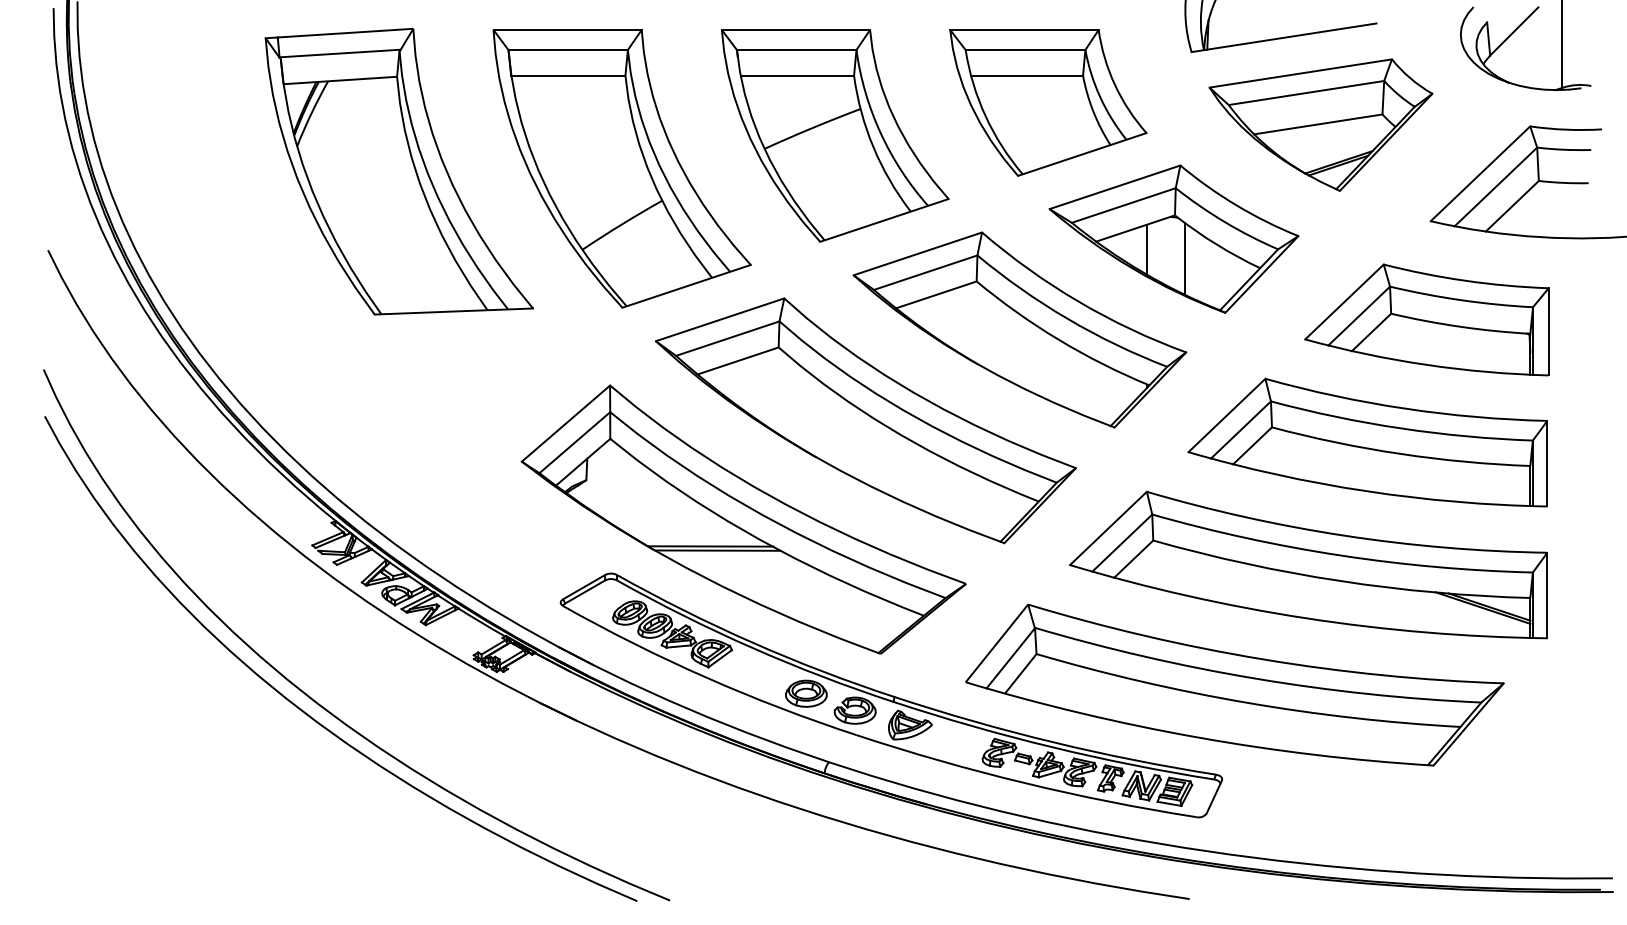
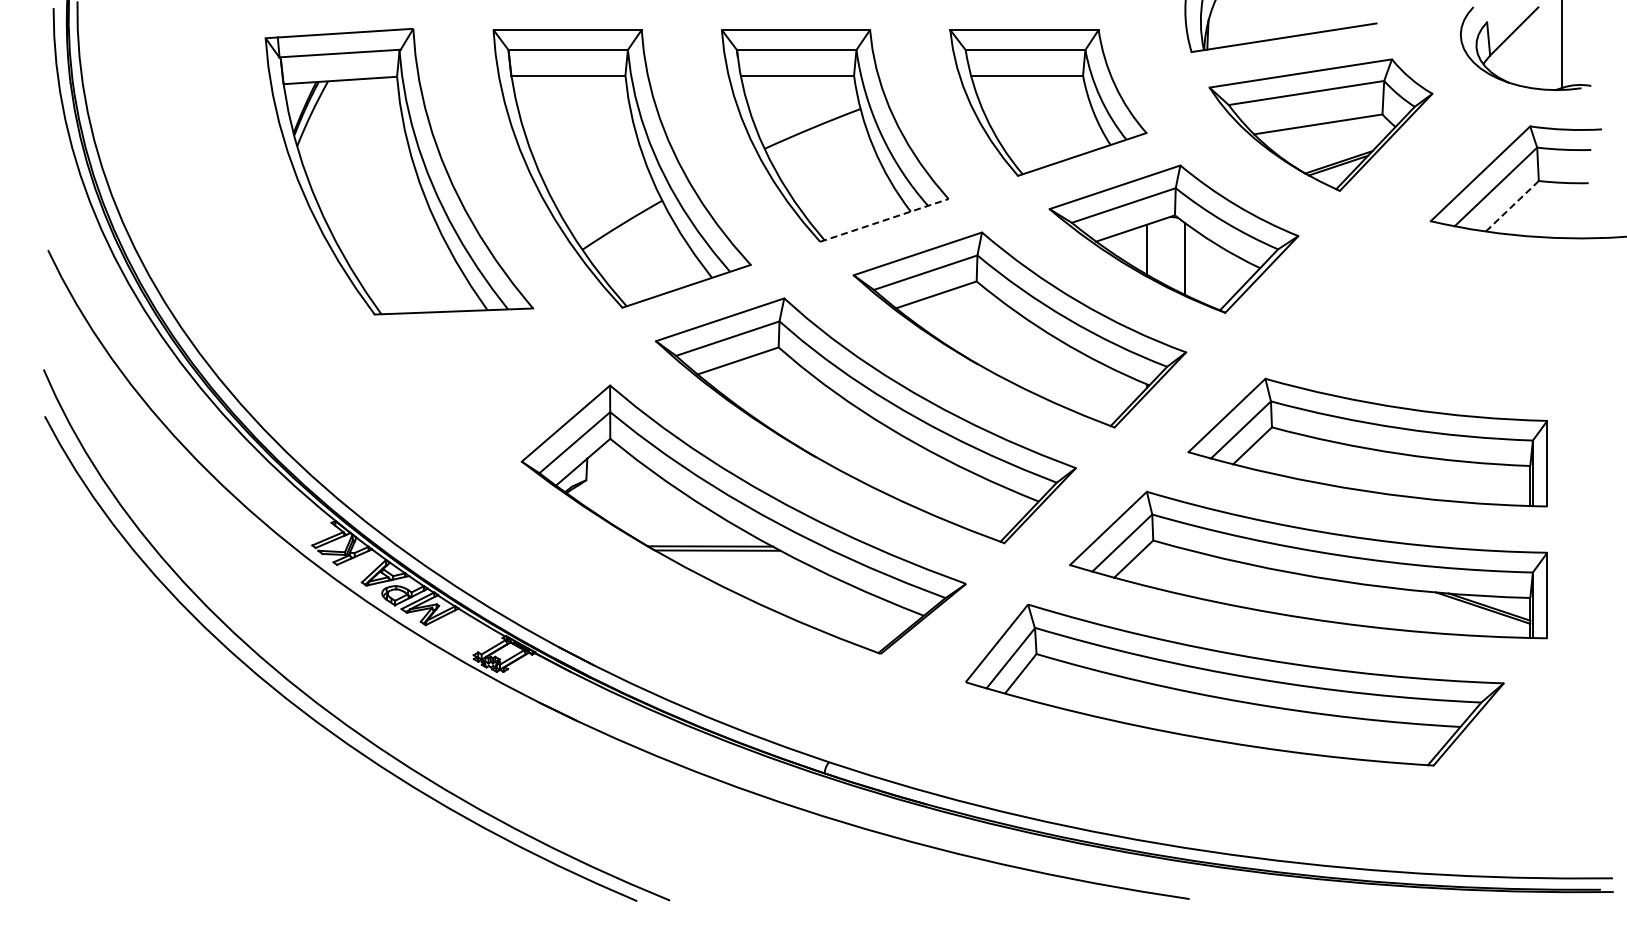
line at (1512, 206): solid -> dashed
line at (884, 220): solid -> dashed
part at (1426, 319): present -> none
part at (890, 695): present -> none
